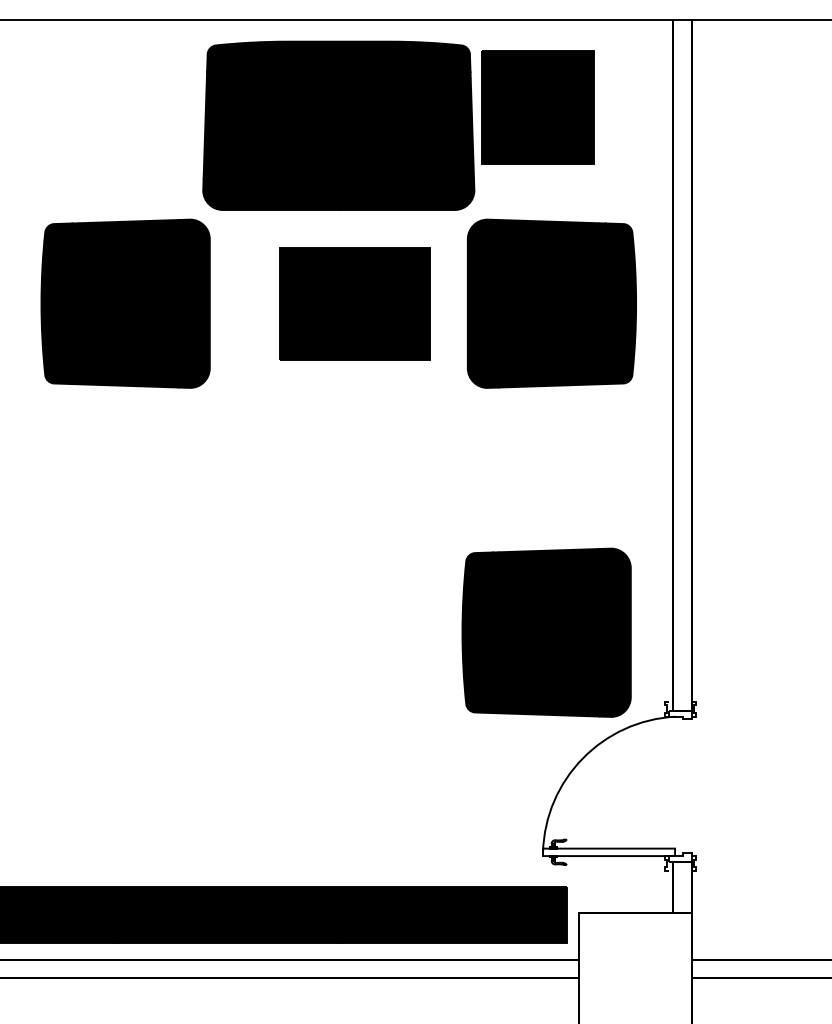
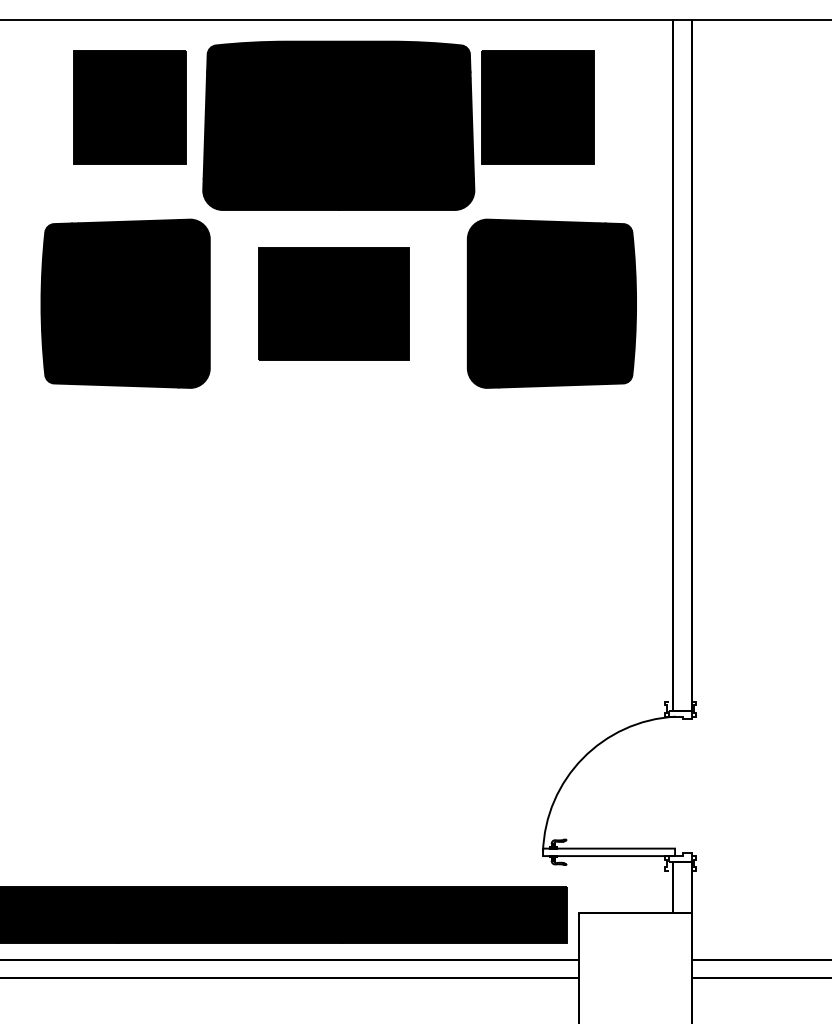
part at (129, 107): none -> present
part at (354, 303) position: (354, 303) -> (333, 303)
part at (546, 632): present -> none
